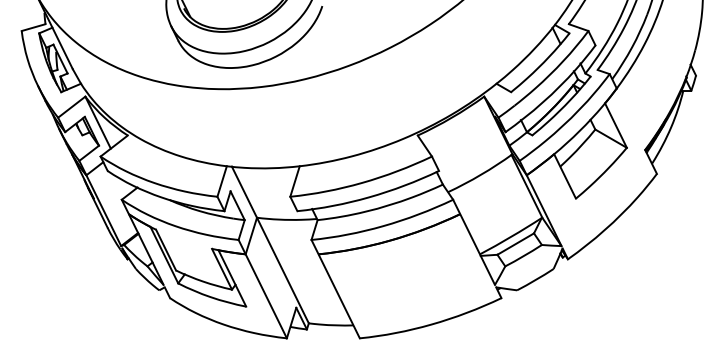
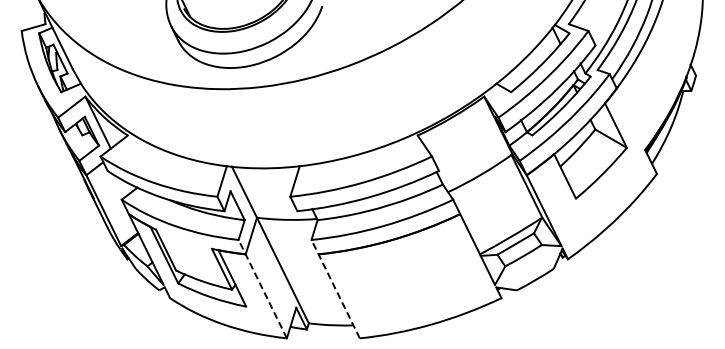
line at (262, 289): solid -> dashed
line at (335, 289): solid -> dashed
